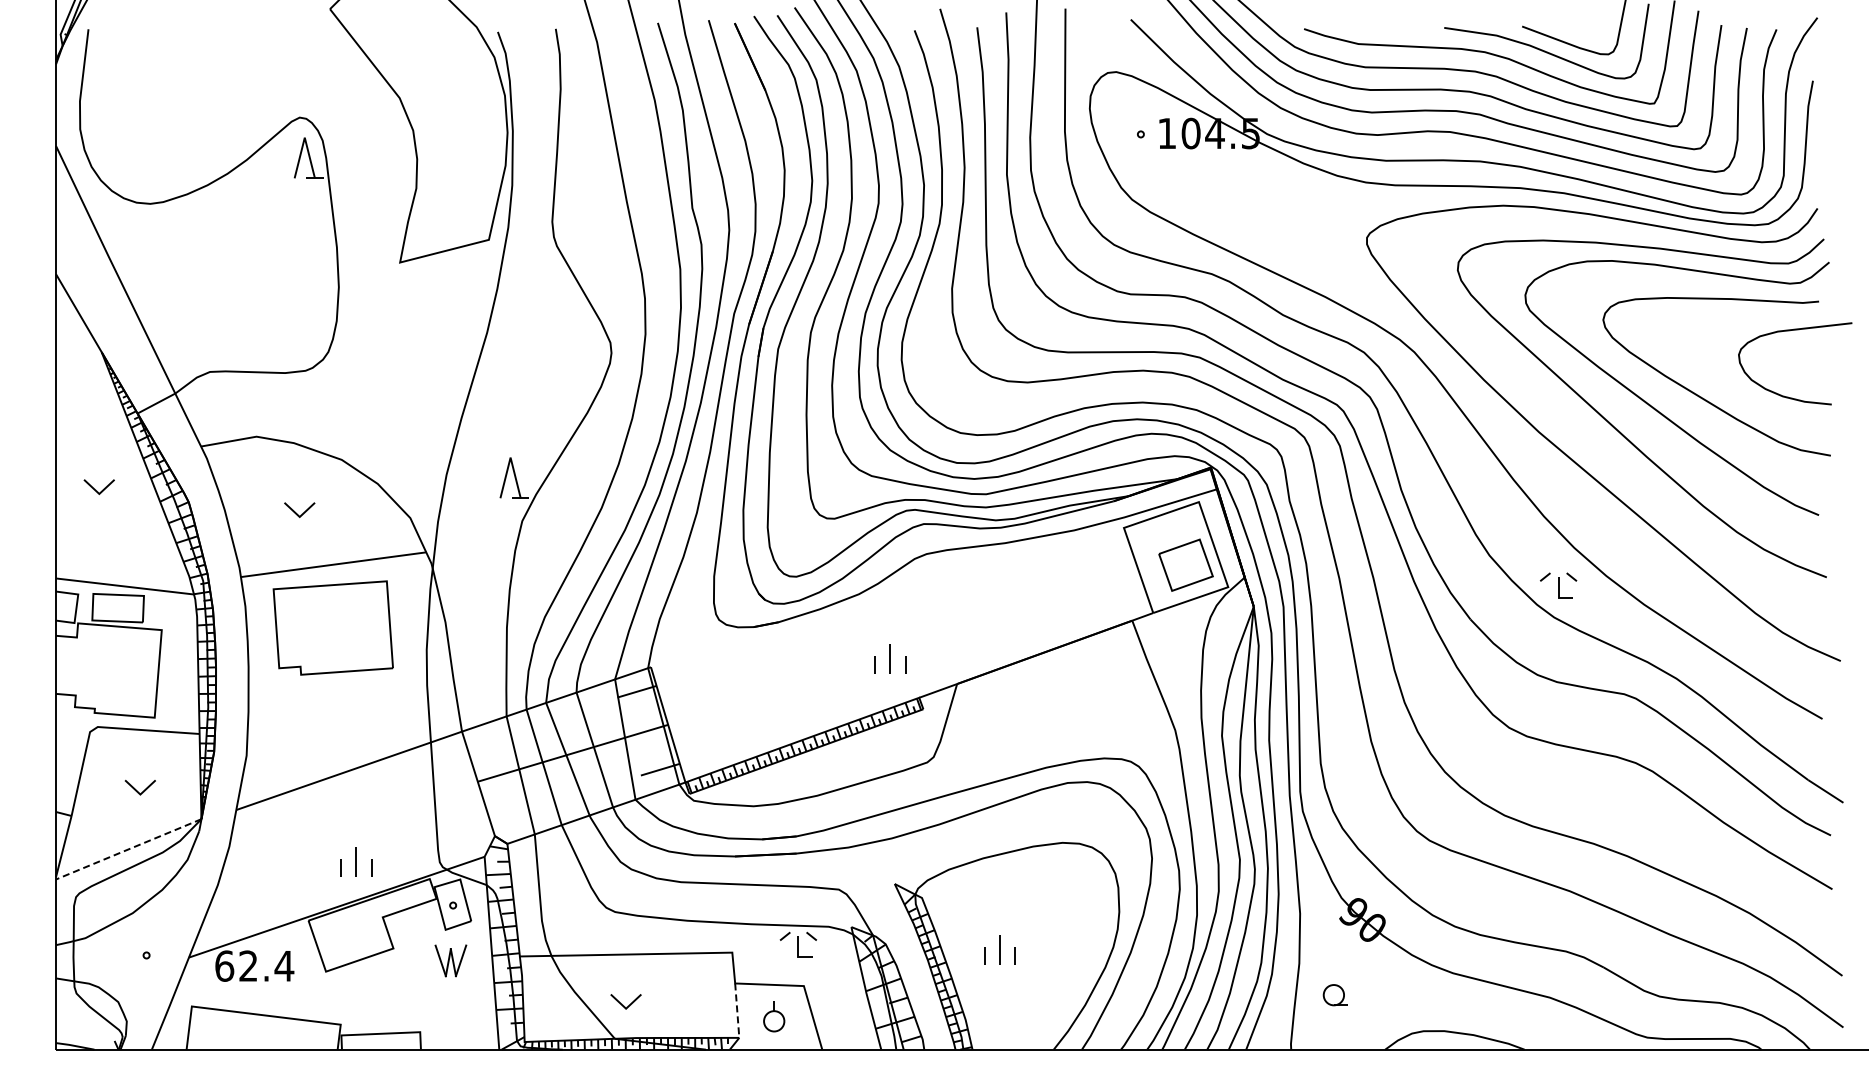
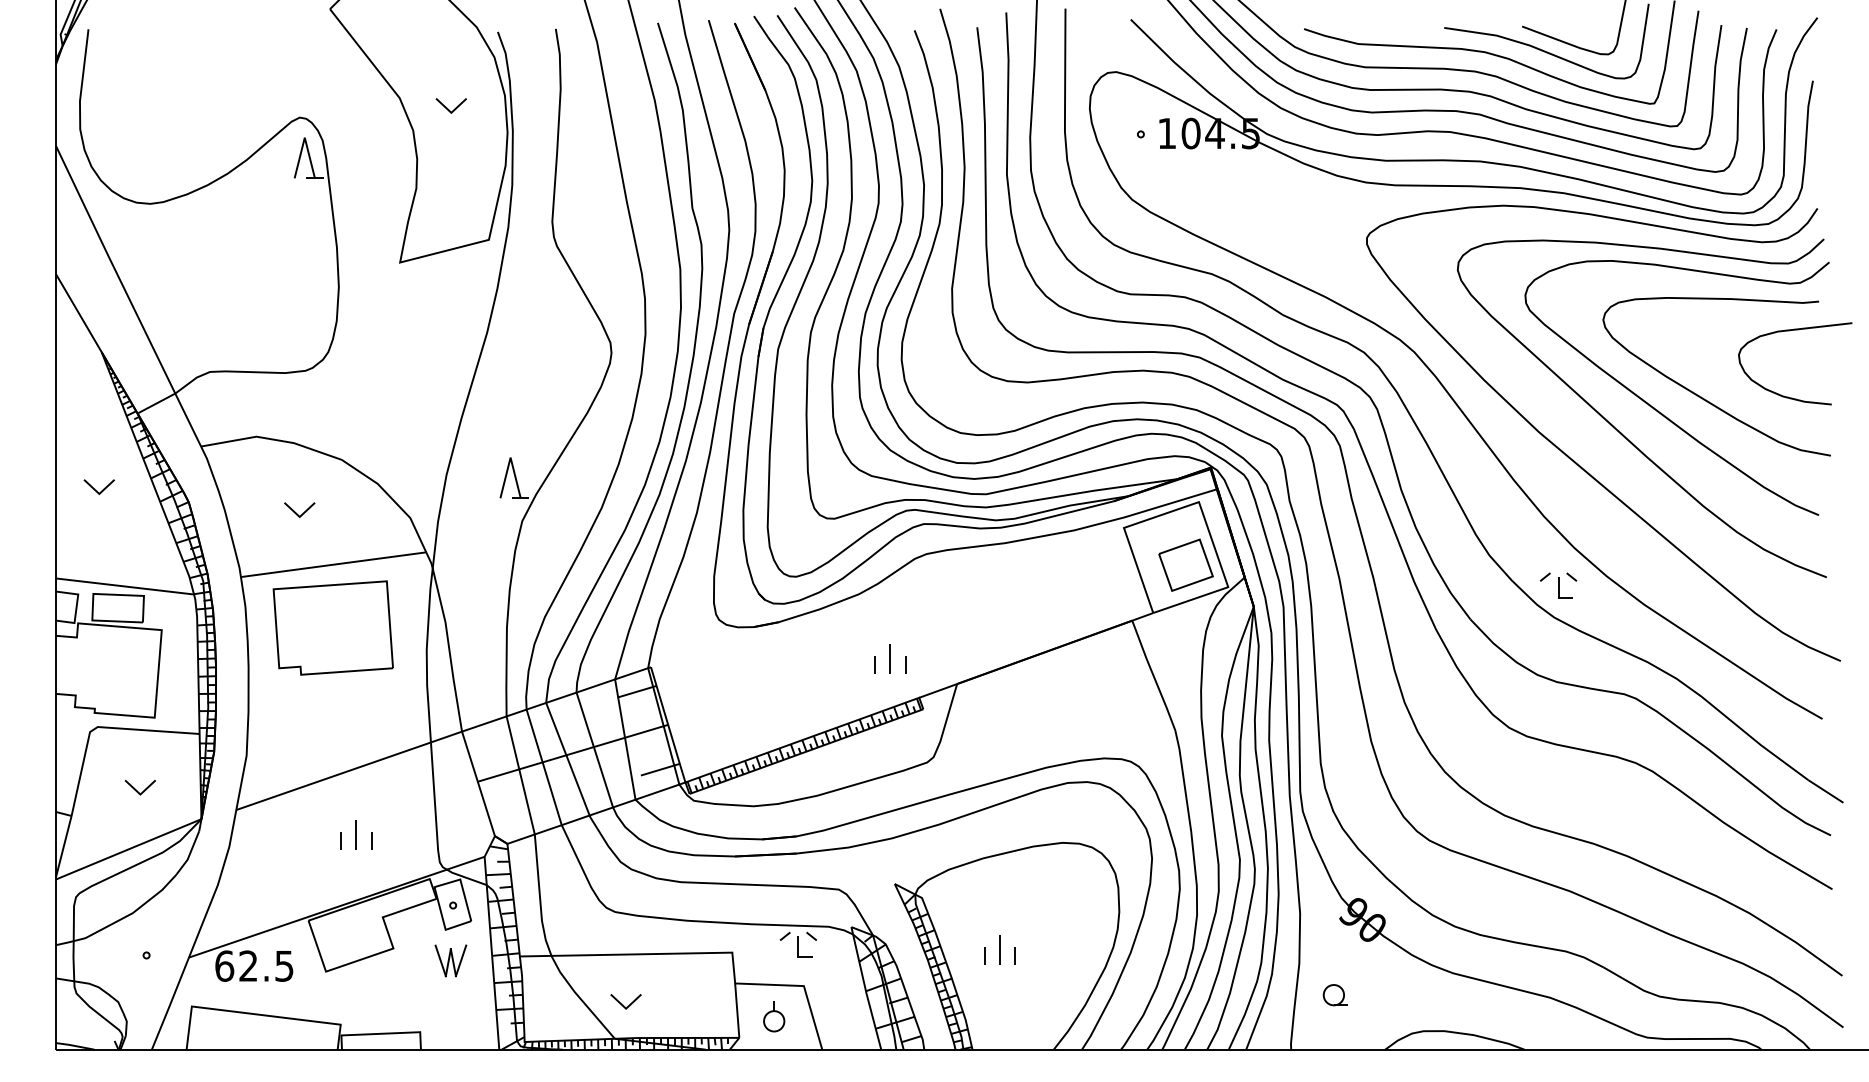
part at (450, 105): none -> present
line at (127, 849): dashed -> solid
part at (356, 861) position: (356, 861) -> (356, 834)
text at (284, 966): 62.4 -> 62.5
line at (737, 1011): dashed -> solid
